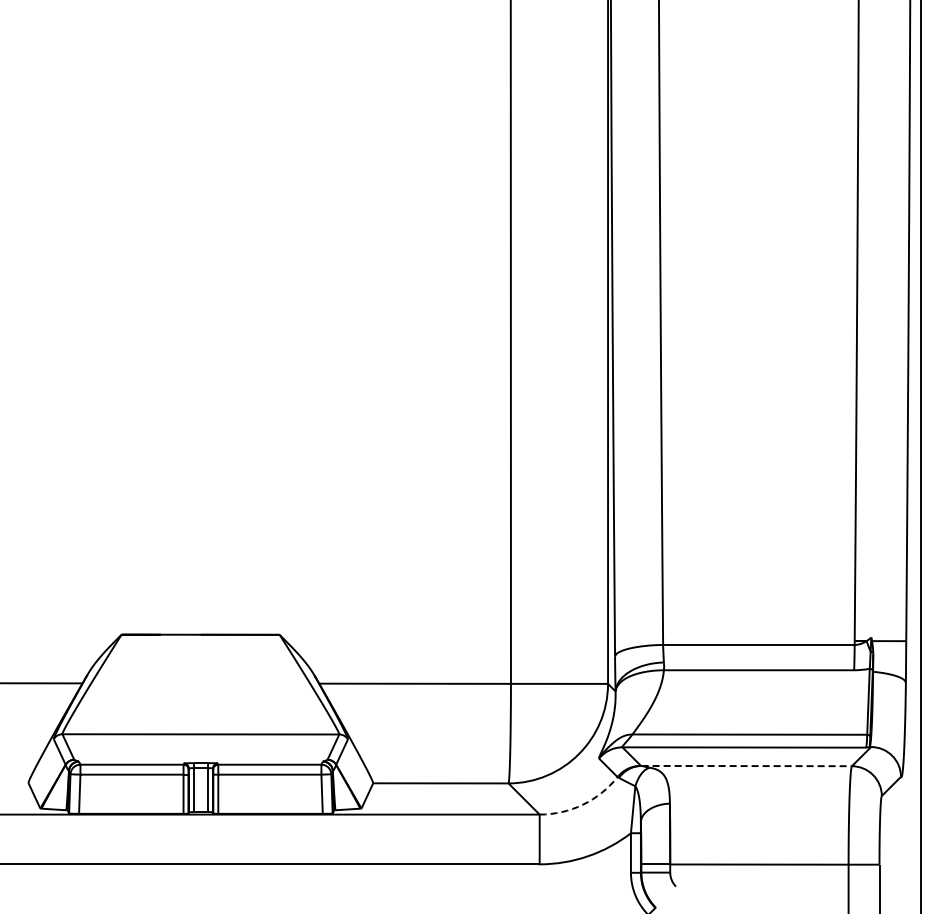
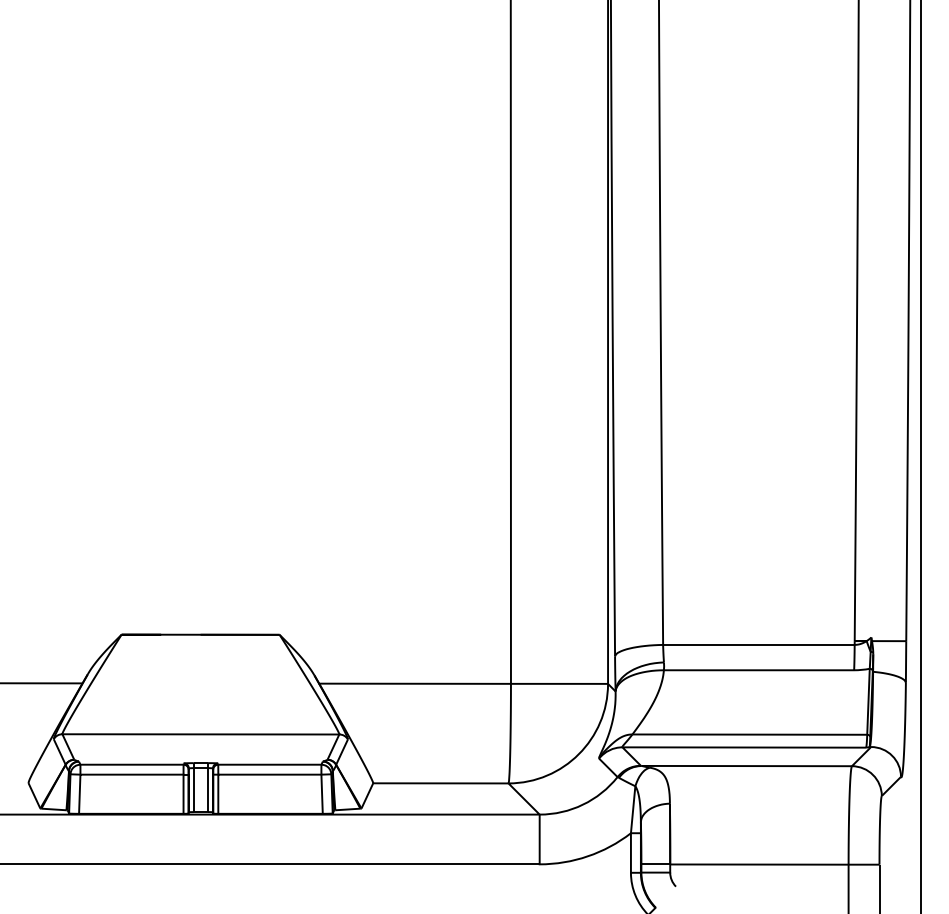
line at (747, 766): dashed -> solid
line at (582, 804): dashed -> solid
